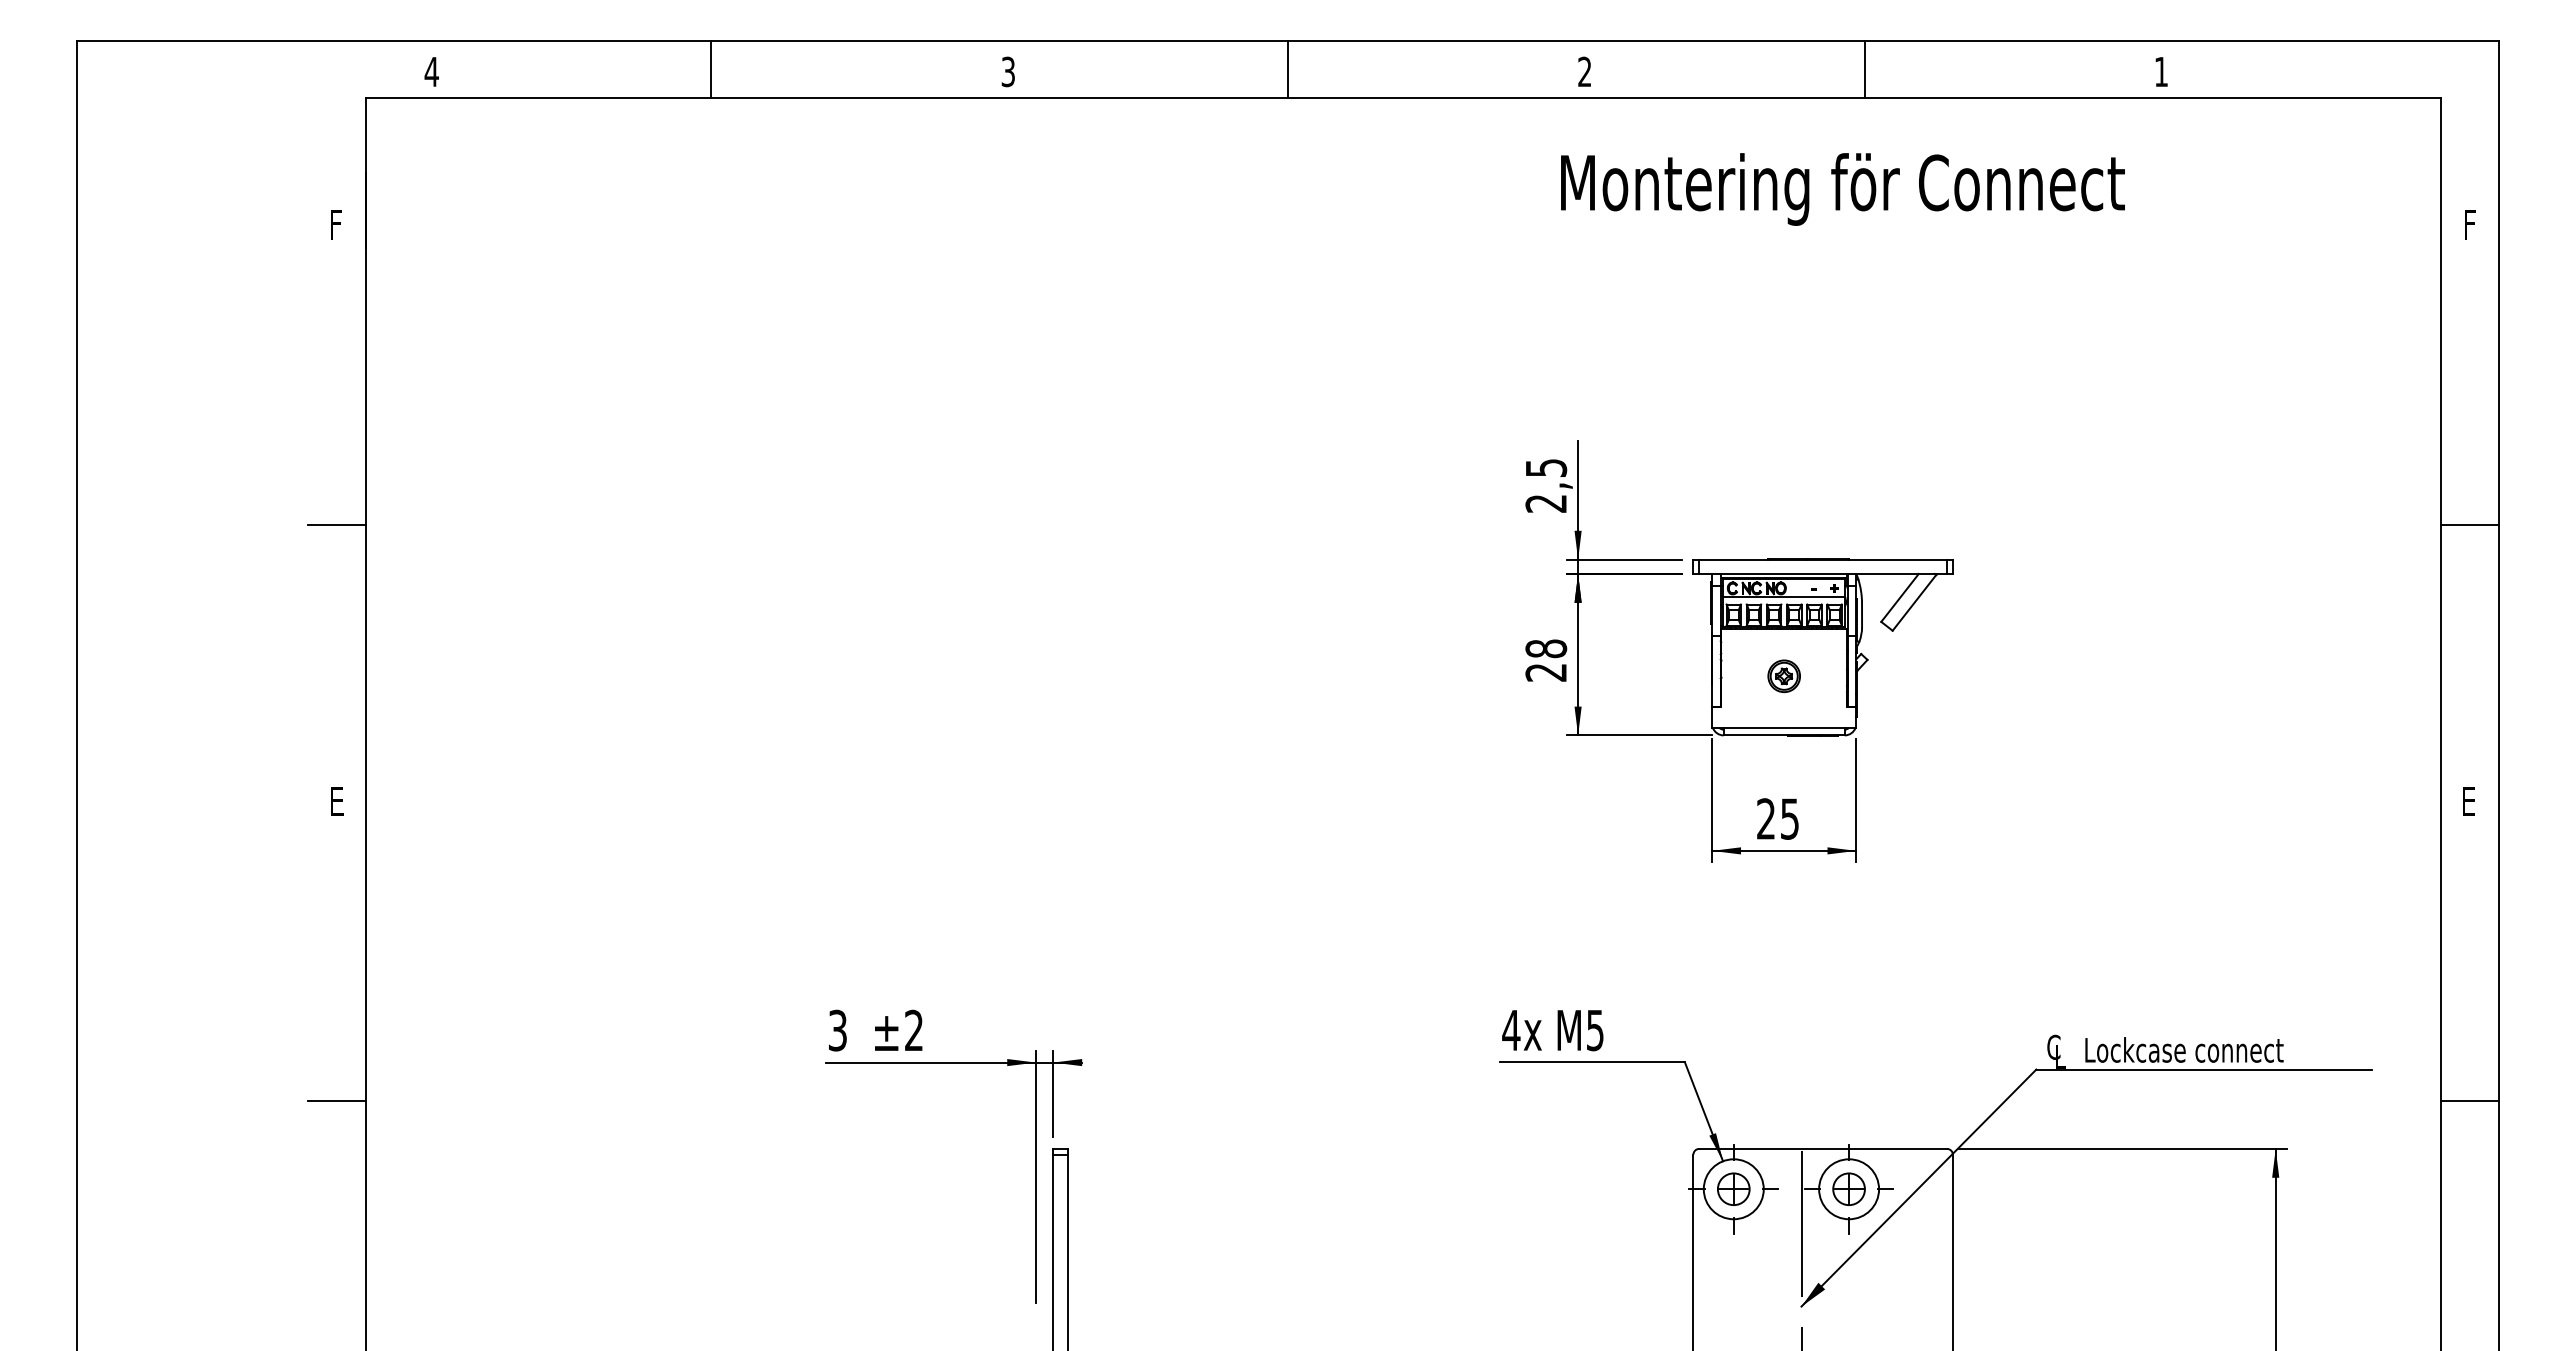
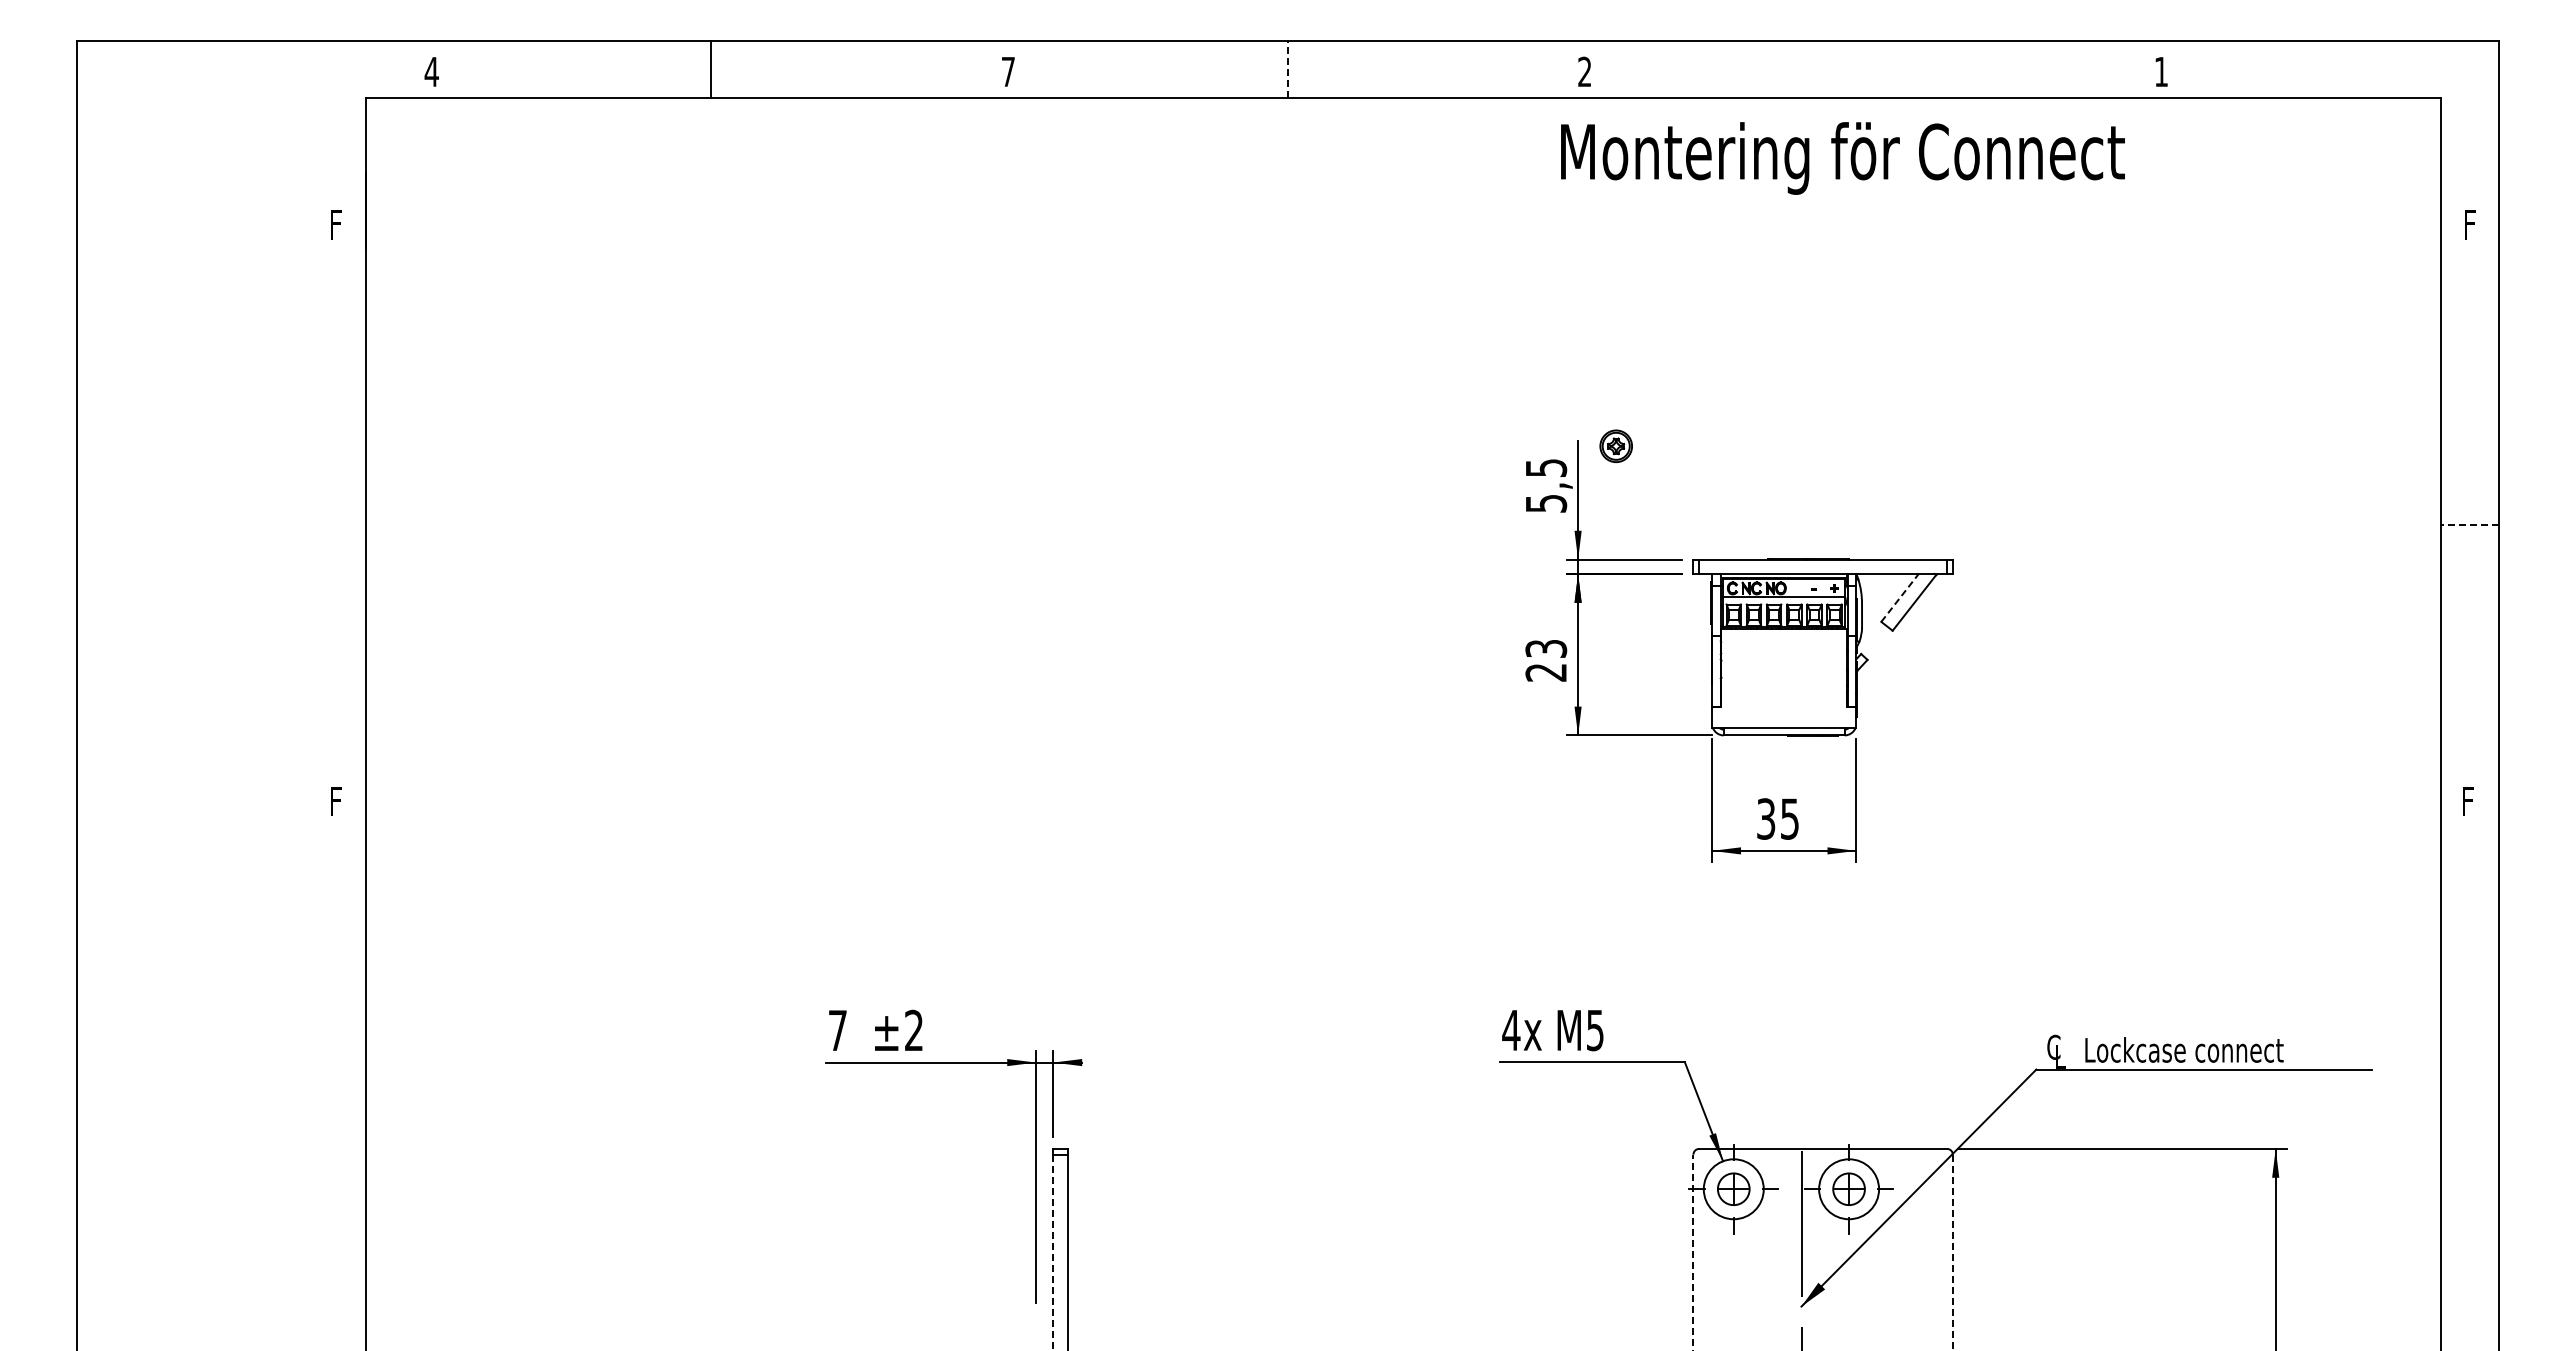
line at (1288, 69): solid -> dashed
line at (1864, 69): present -> none
text at (1007, 71): 3 -> 7
text at (1842, 189) position: (1842, 189) -> (1842, 158)
text at (1546, 503): 2,5 -> 5,5
line at (336, 524): present -> none
line at (2469, 524): solid -> dashed
line at (1900, 597): solid -> dashed
text at (1546, 648): 28 -> 23
part at (1783, 676) position: (1783, 676) -> (1615, 446)
text at (338, 801): E -> F
text at (2469, 801): E -> F
text at (1766, 818): 25 -> 35
text at (837, 1030): 3 -> 7
line at (336, 1101): present -> none
line at (2469, 1101): present -> none
line at (1053, 1252): solid -> dashed
line at (1693, 1252): solid -> dashed
line at (1952, 1252): solid -> dashed
